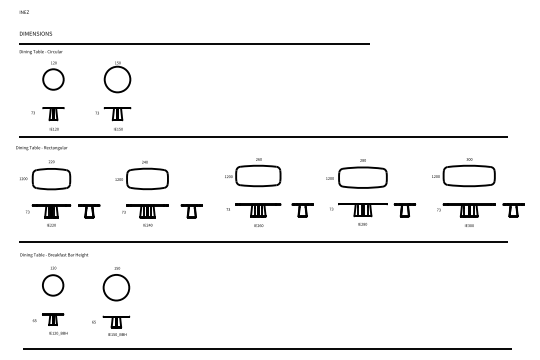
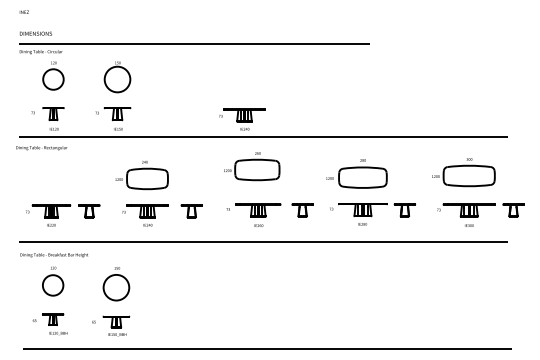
part at (242, 119): none -> present
part at (253, 172) position: (253, 172) -> (252, 166)
part at (45, 175): present -> none
